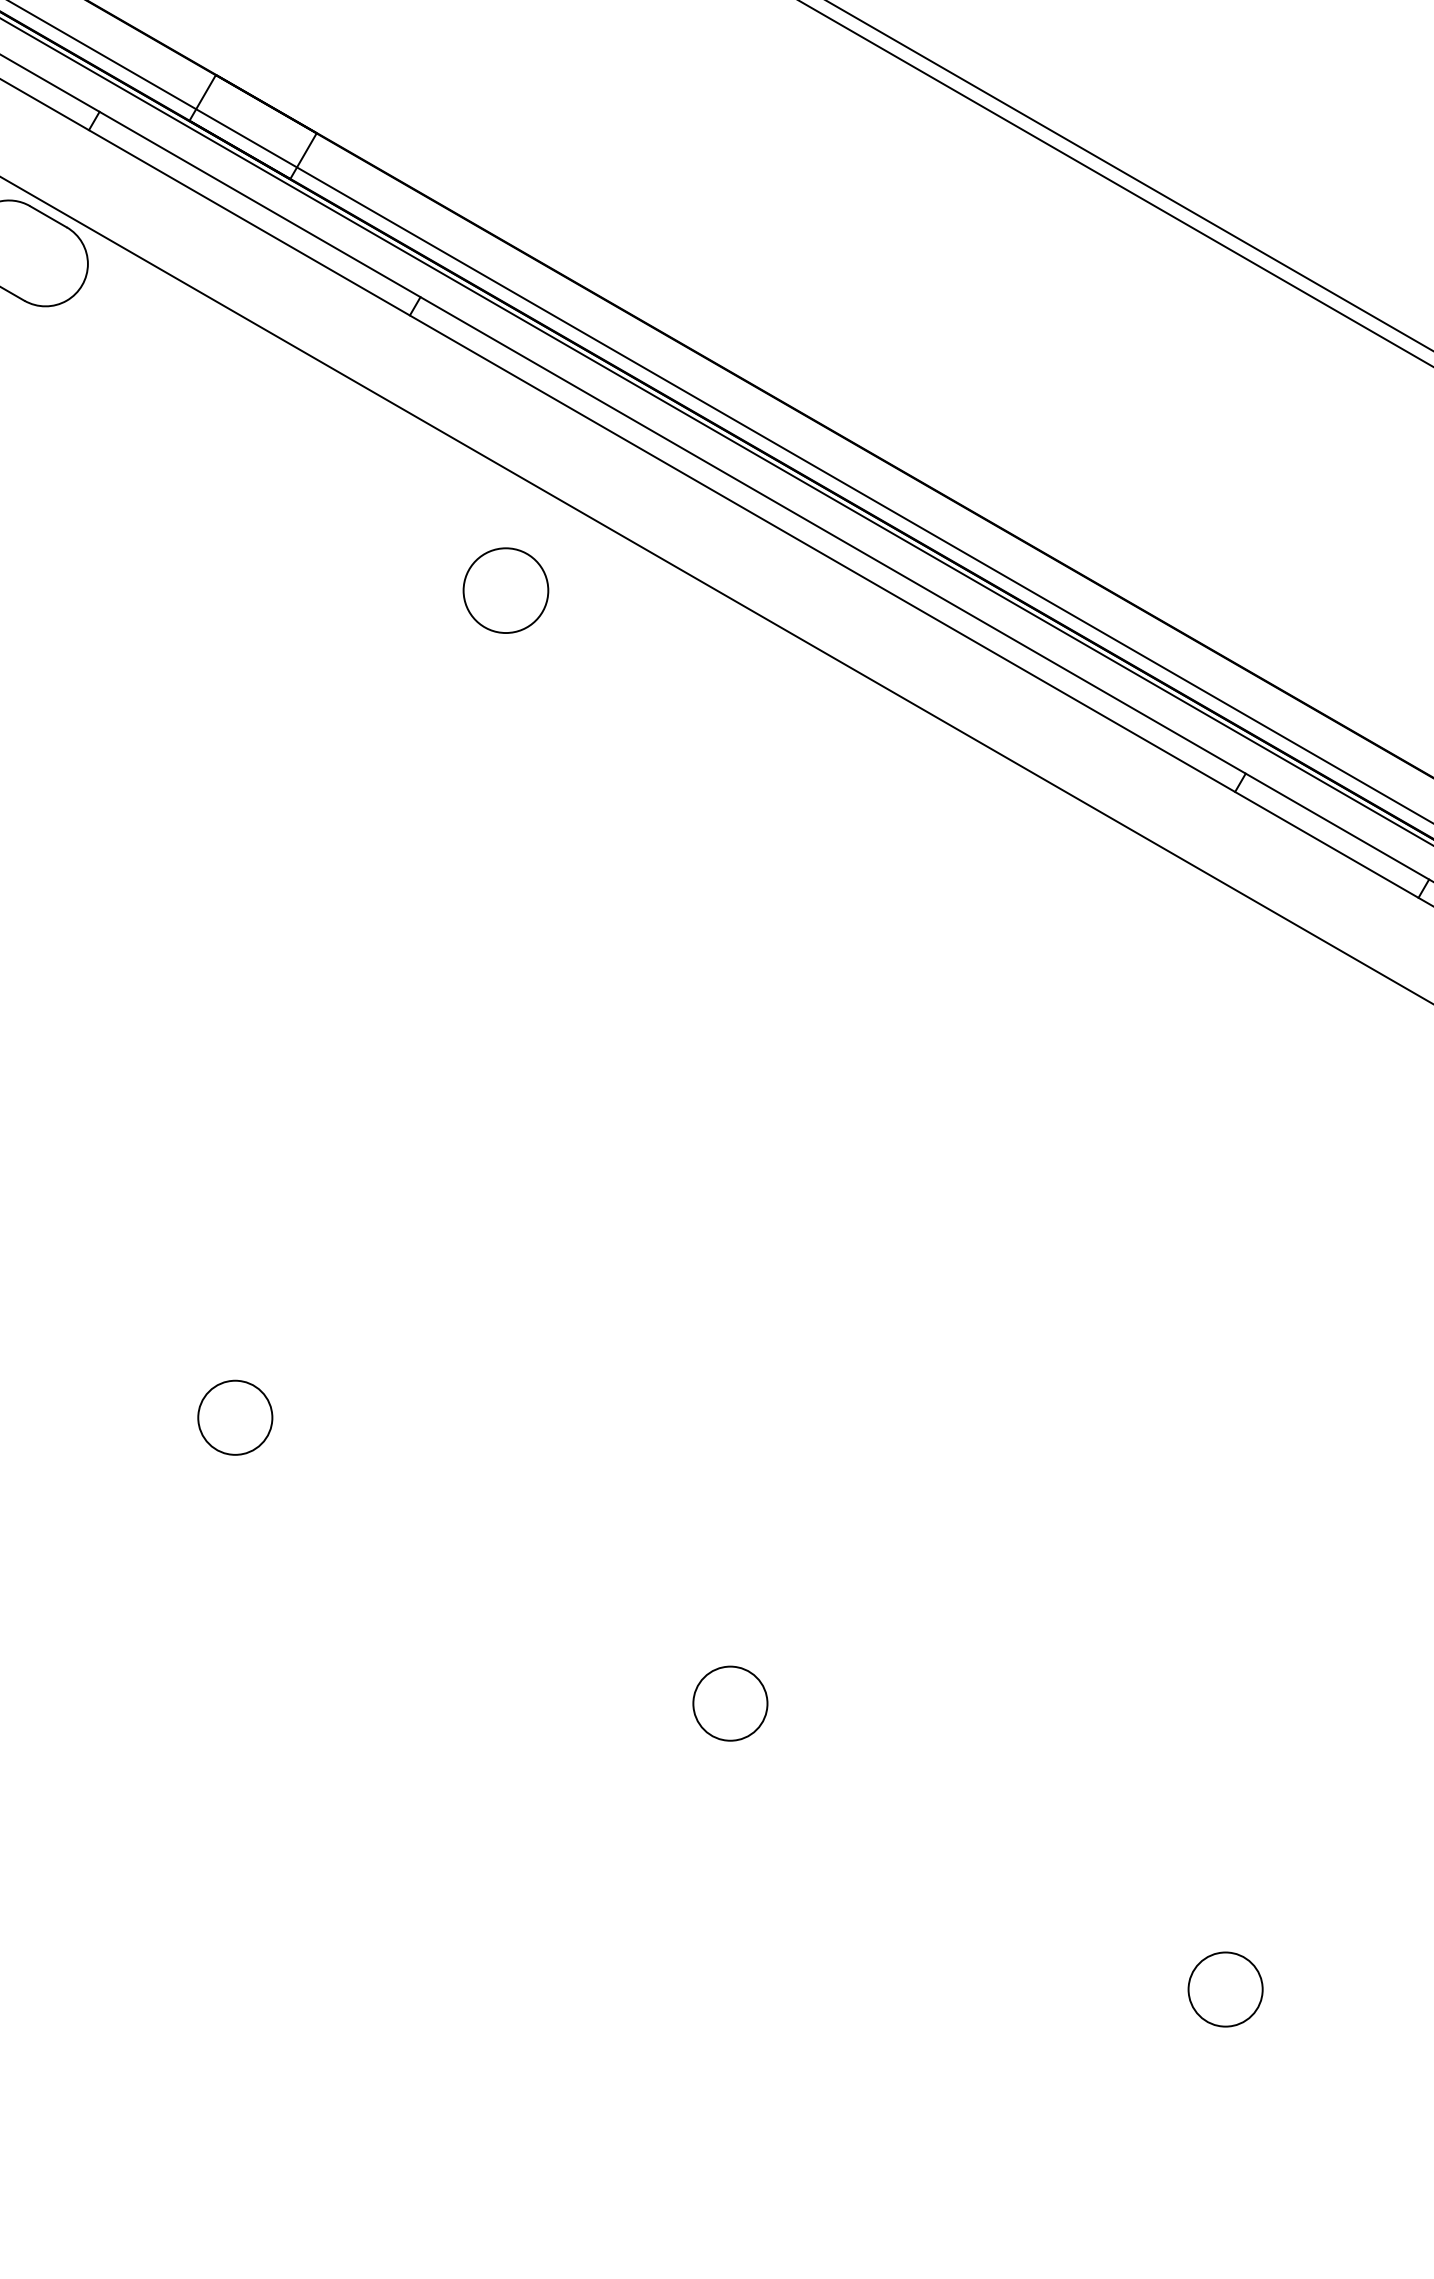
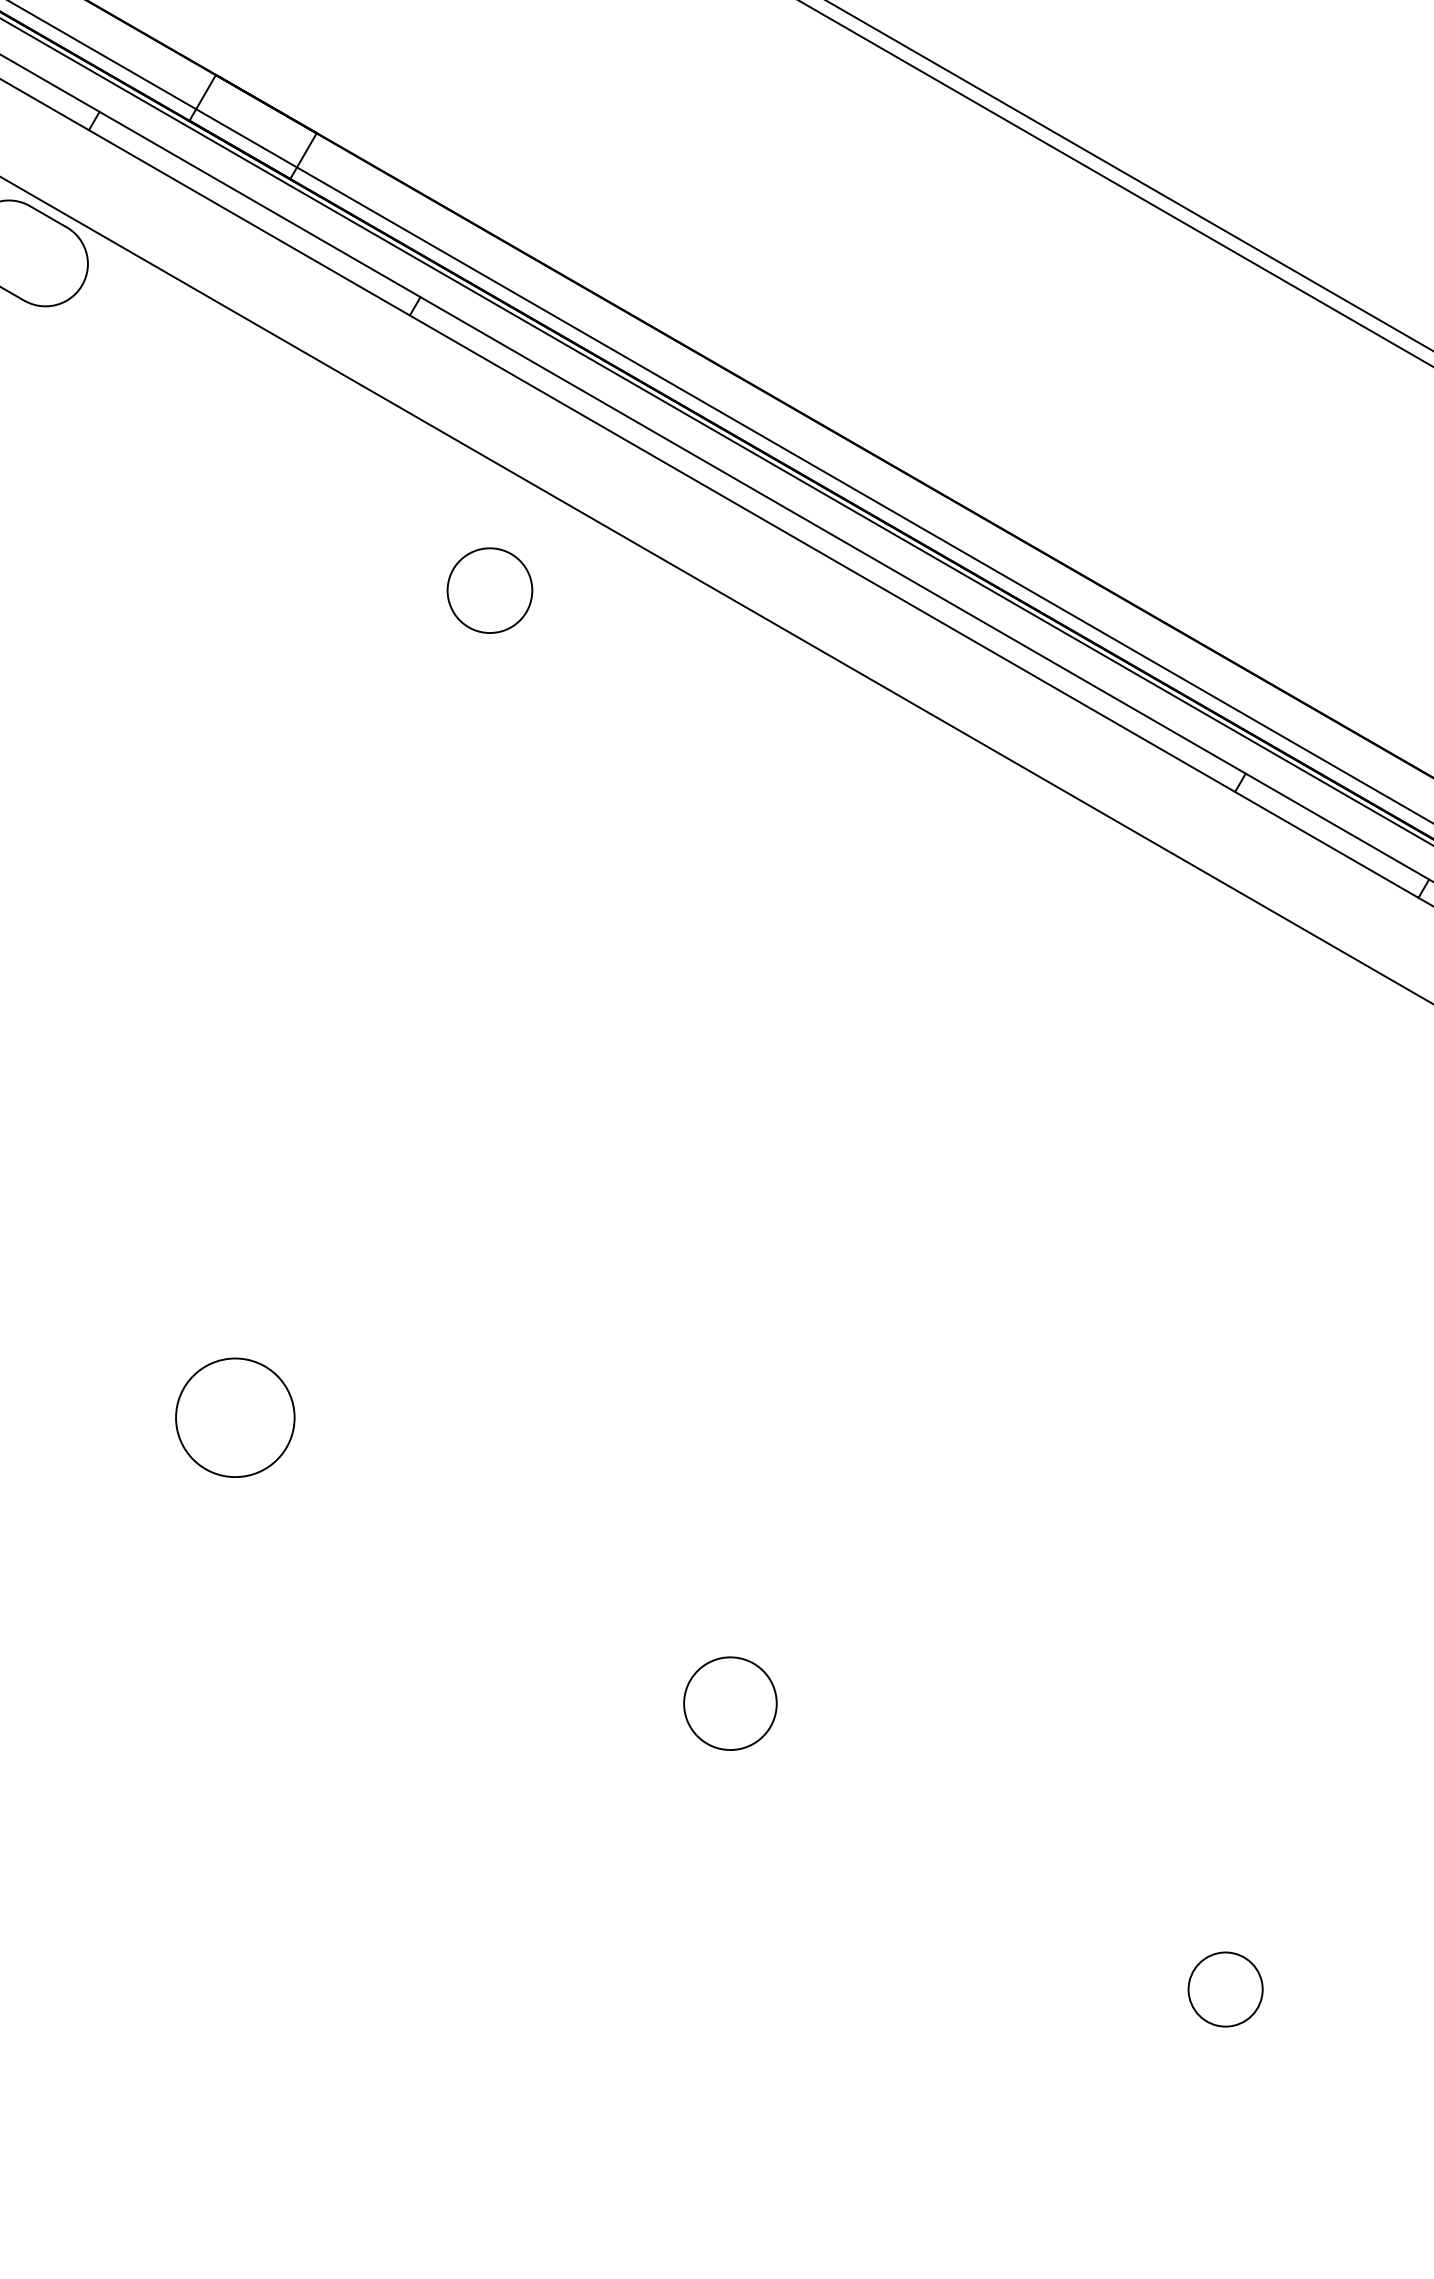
circle at (505, 590) position: (505, 590) -> (489, 590)
circle at (235, 1417) diameter: 74 px -> 119 px
circle at (730, 1703) diameter: 74 px -> 93 px
